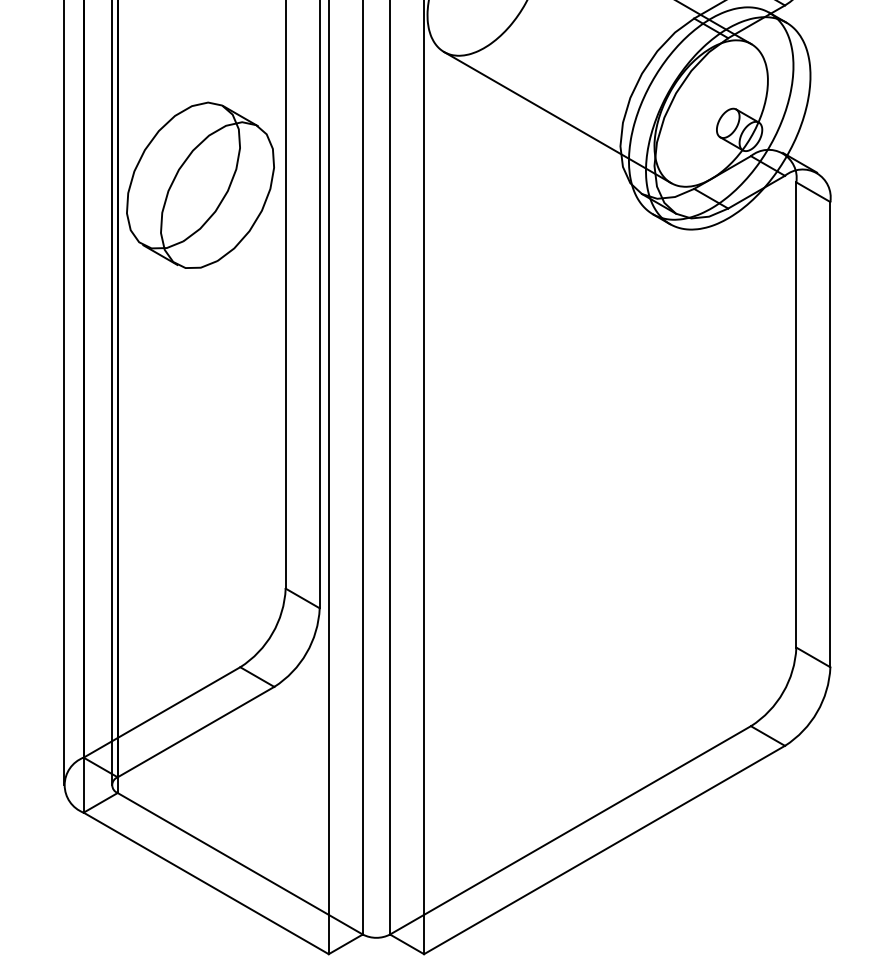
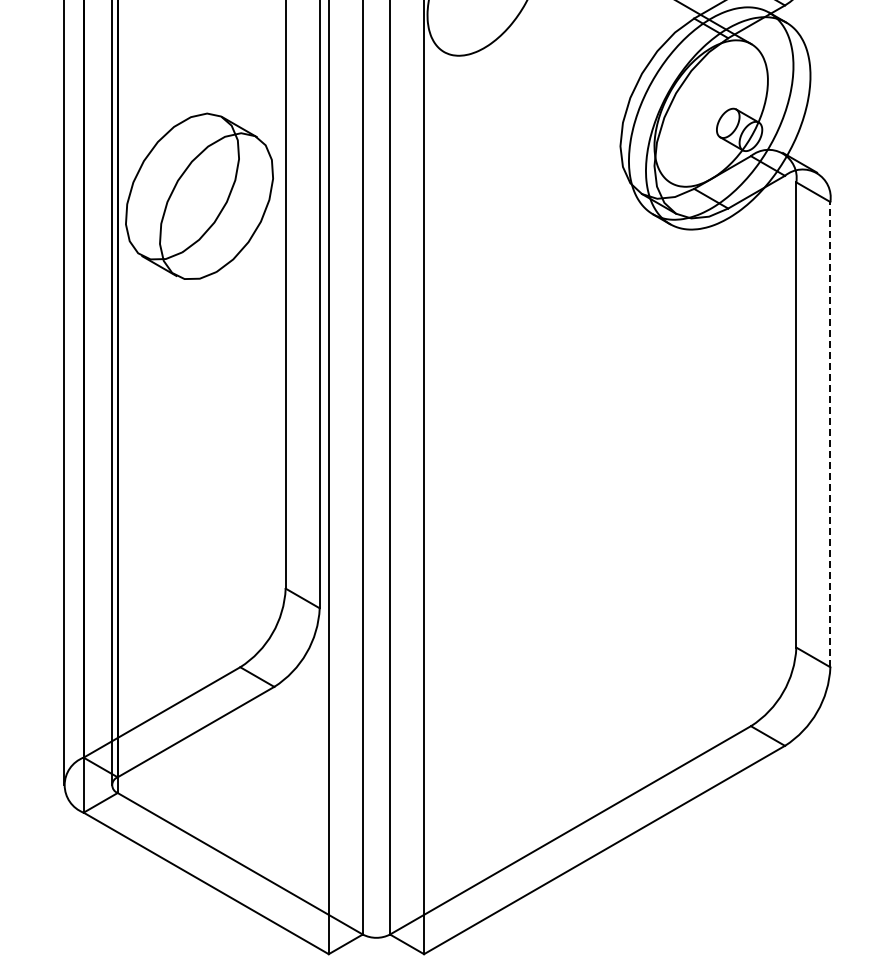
line at (557, 117): present -> none
part at (200, 184) position: (200, 184) -> (199, 195)
line at (830, 434): solid -> dashed
